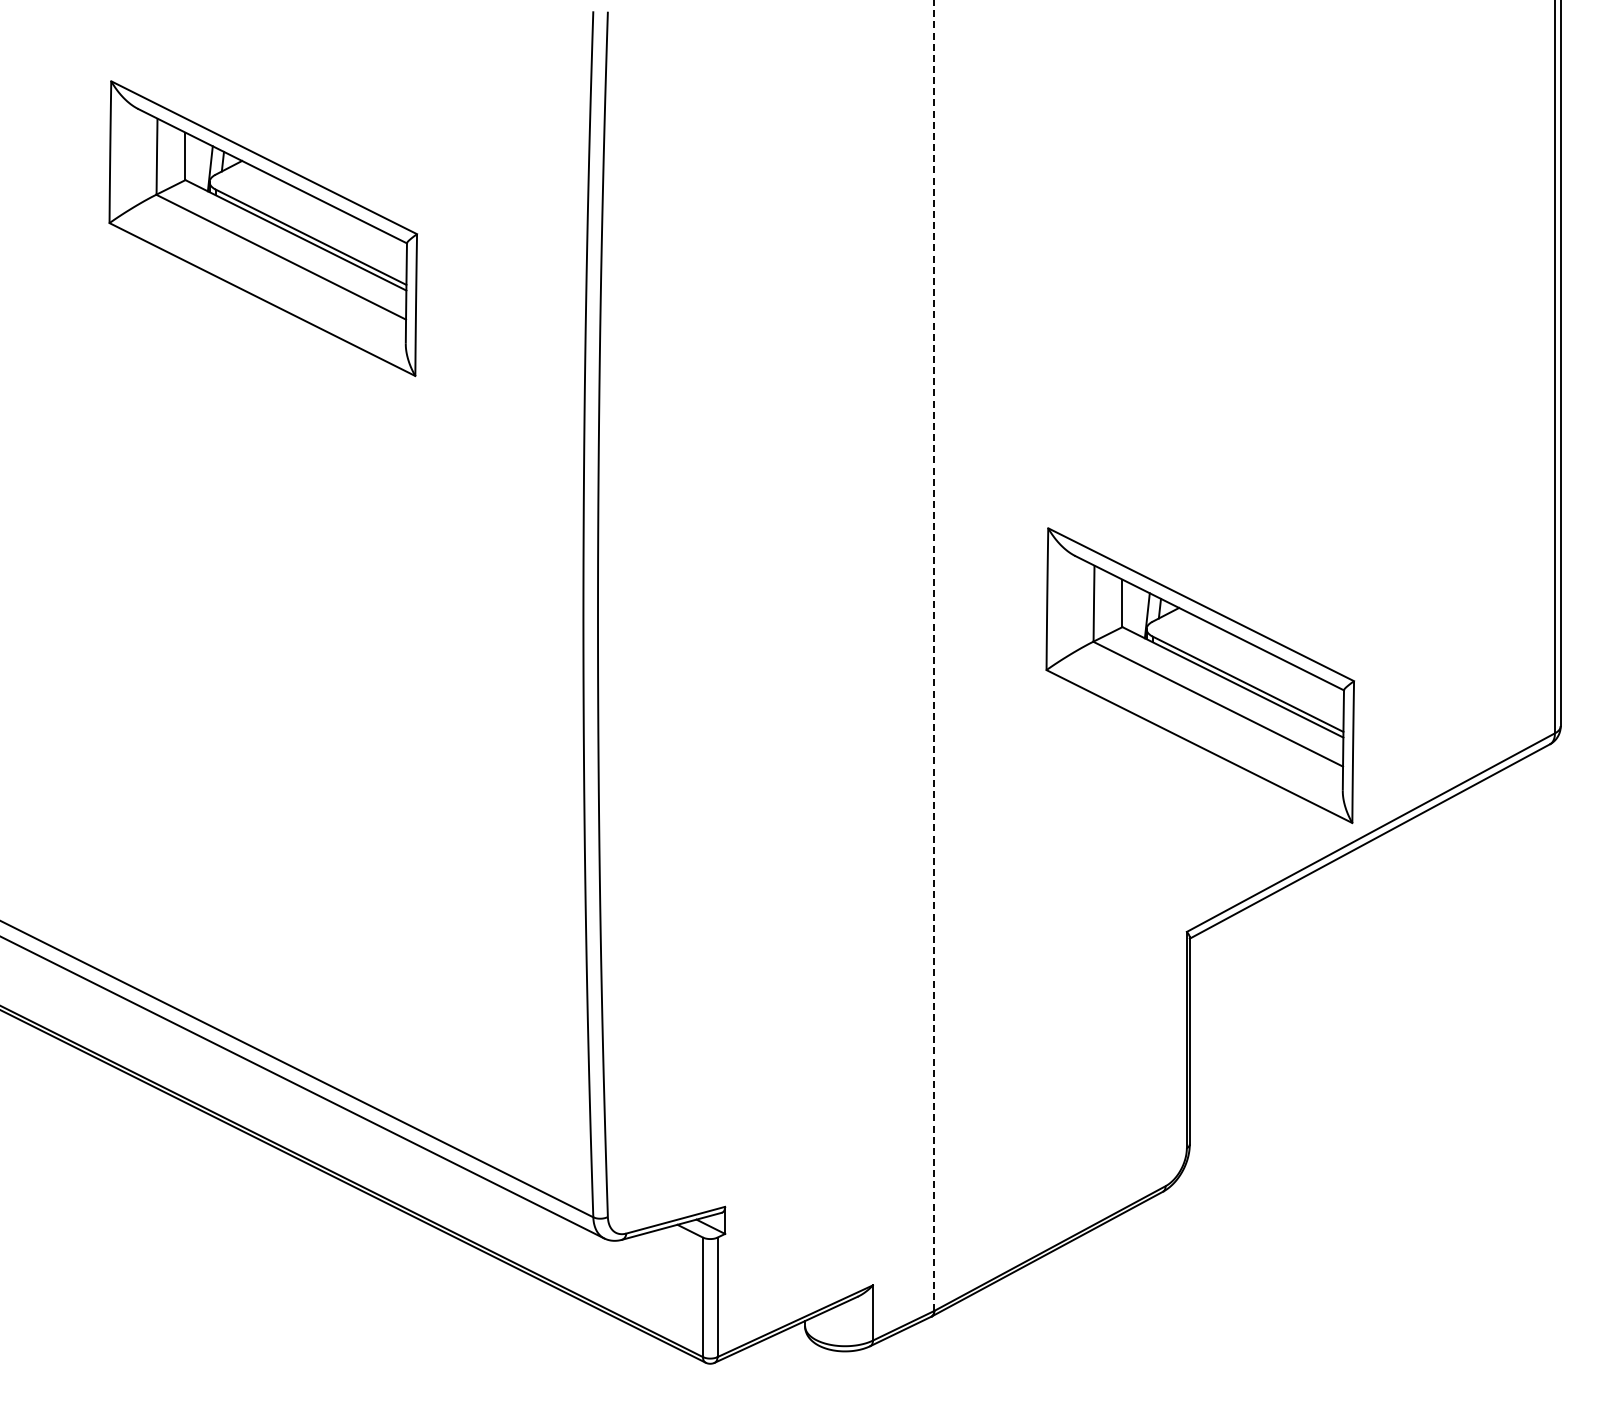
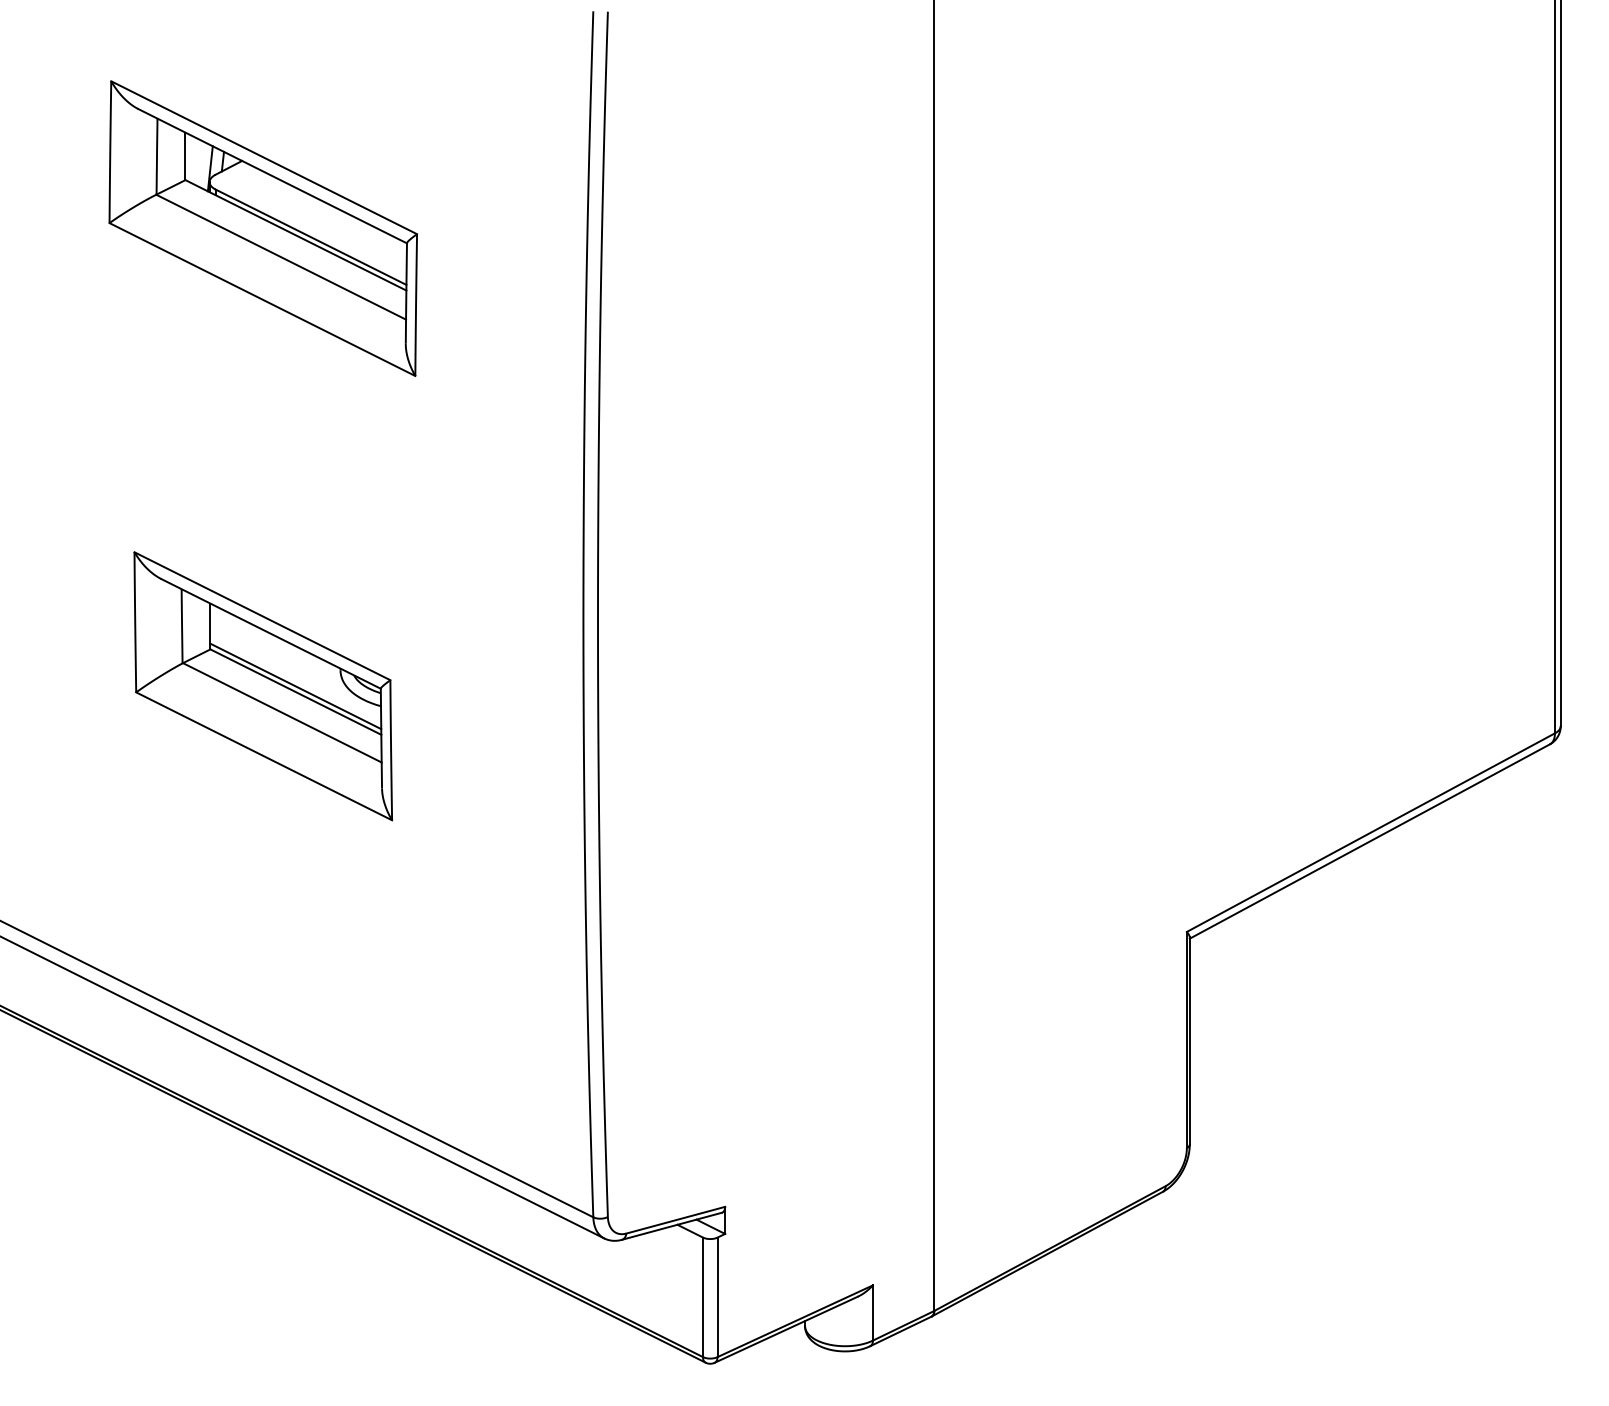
line at (934, 655): dashed -> solid
part at (1199, 675): present -> none
part at (263, 686): none -> present
